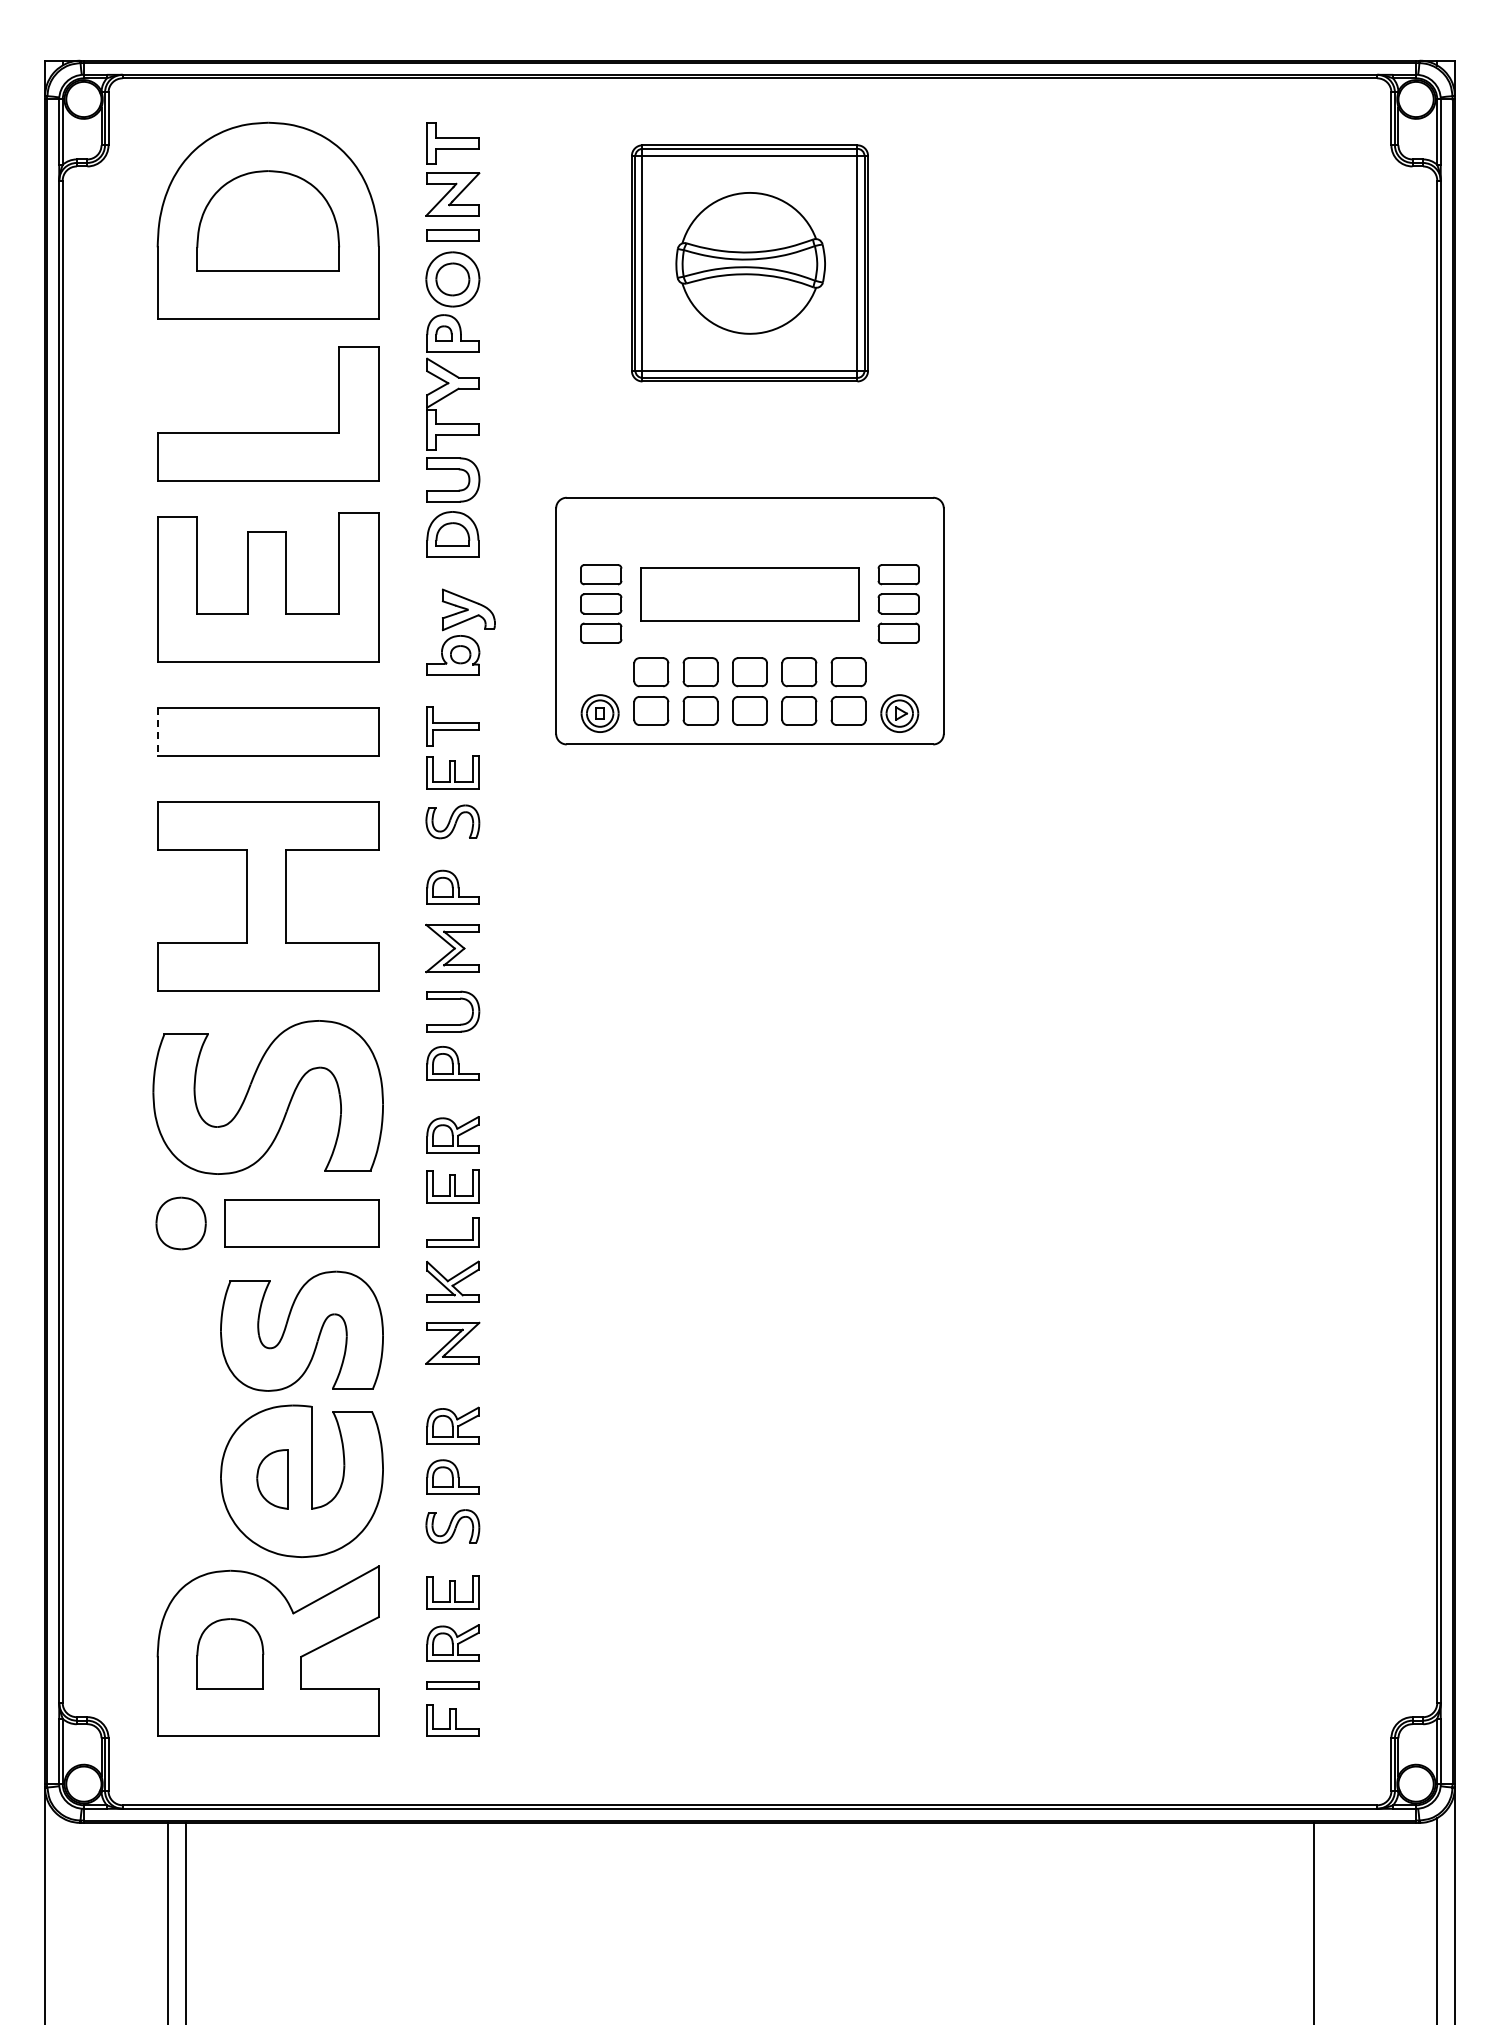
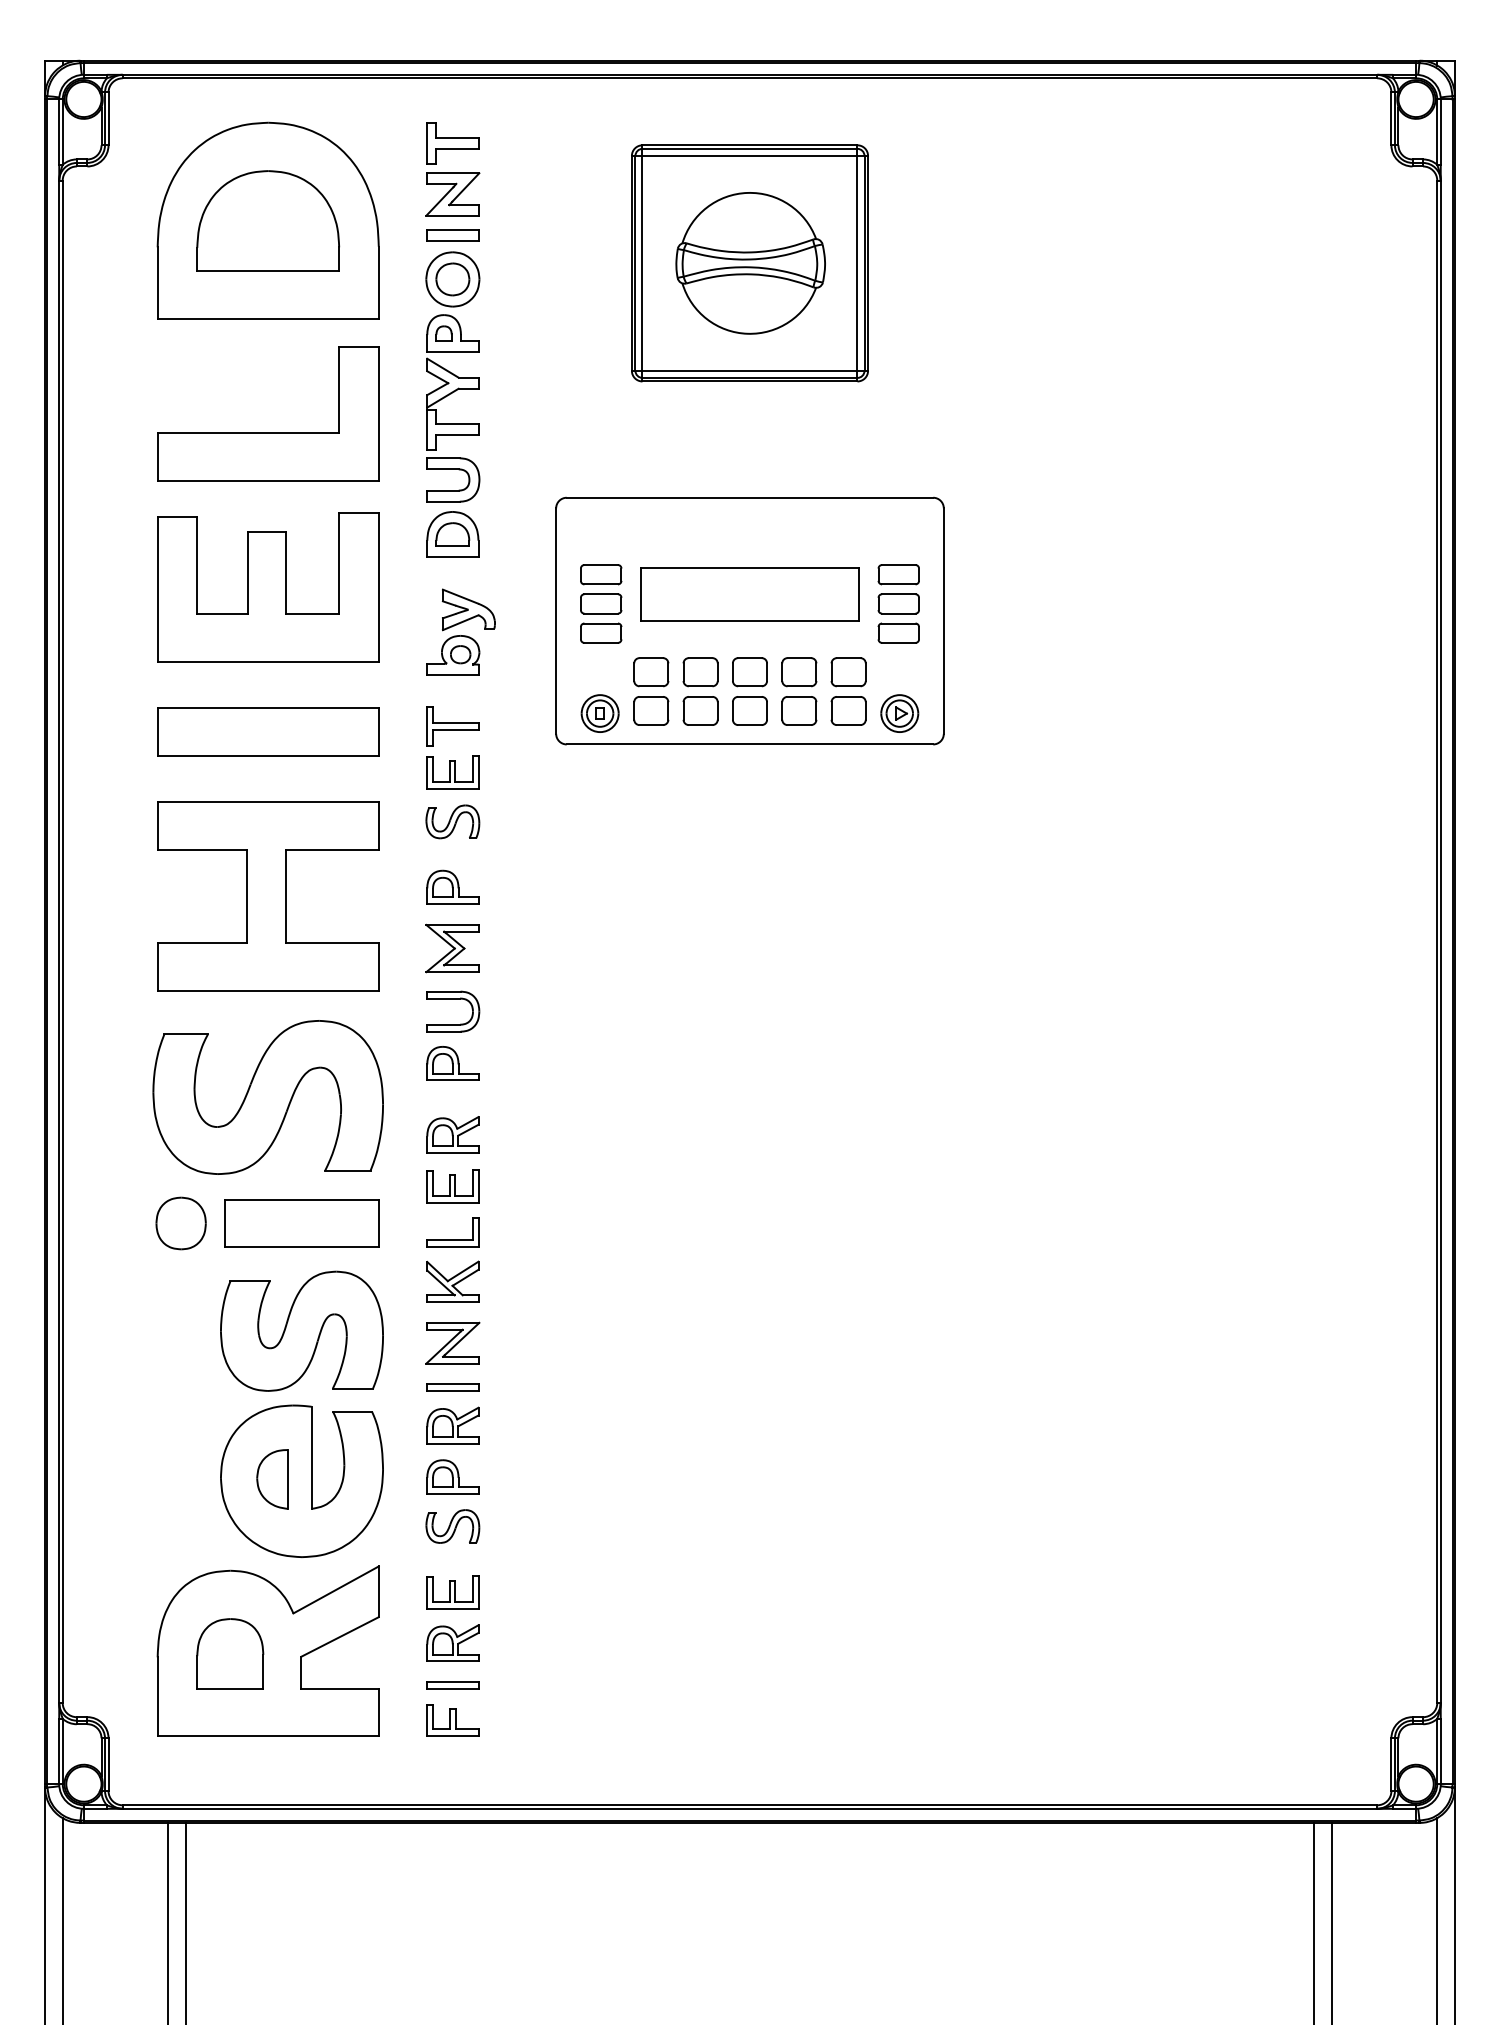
line at (157, 731): dashed -> solid
part at (452, 1387): none -> present
line at (63, 1919): none -> present
line at (1332, 1921): none -> present
